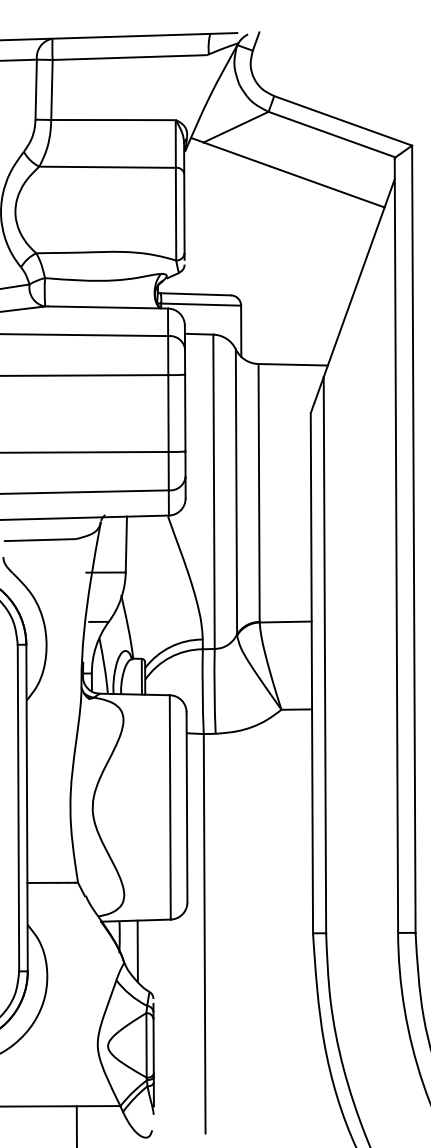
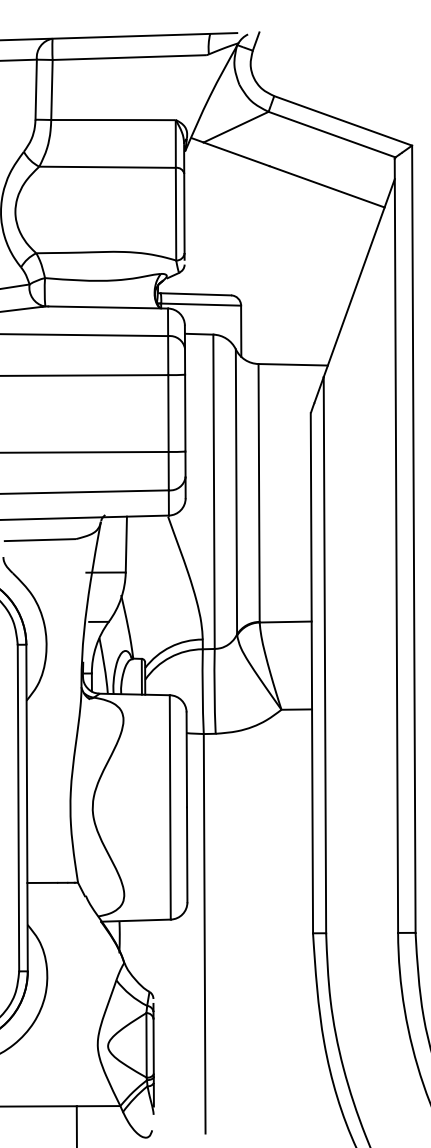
line at (137, 951): present -> none
